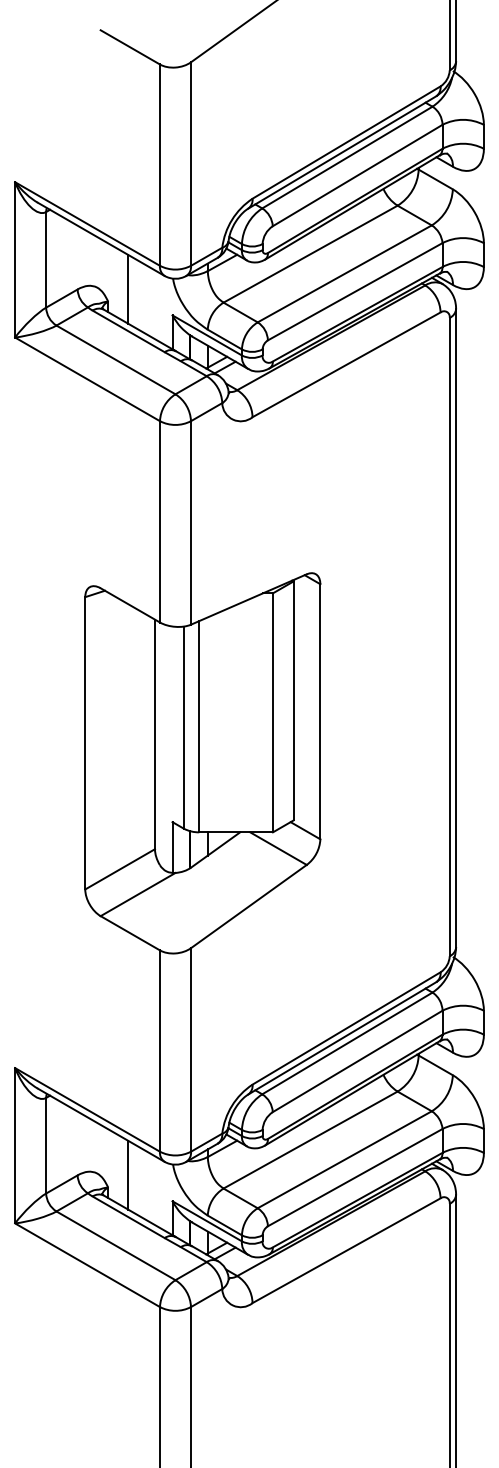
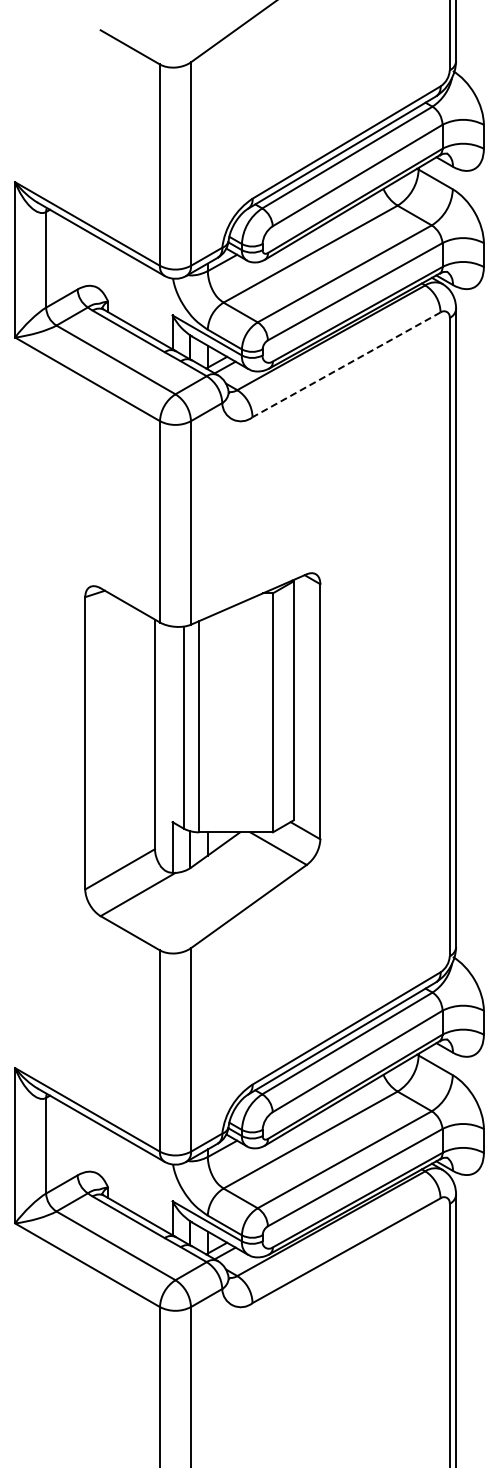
line at (128, 288): present -> none
line at (346, 364): solid -> dashed
line at (128, 1174): present -> none
